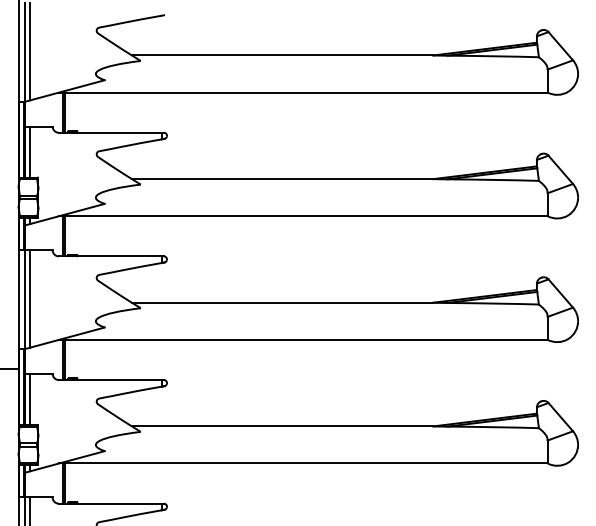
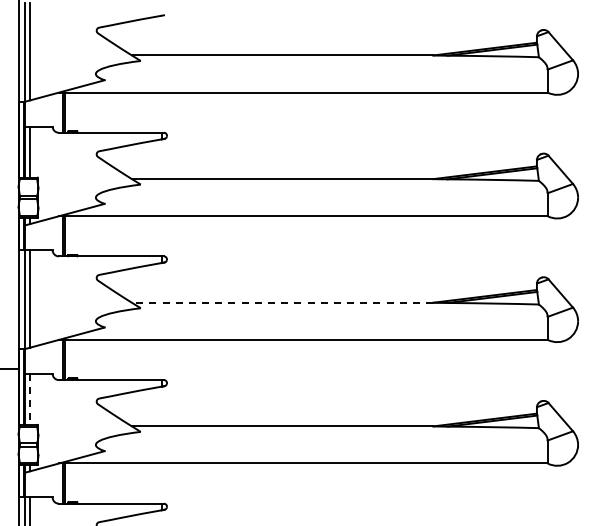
line at (282, 302): solid -> dashed
line at (30, 399): solid -> dashed
